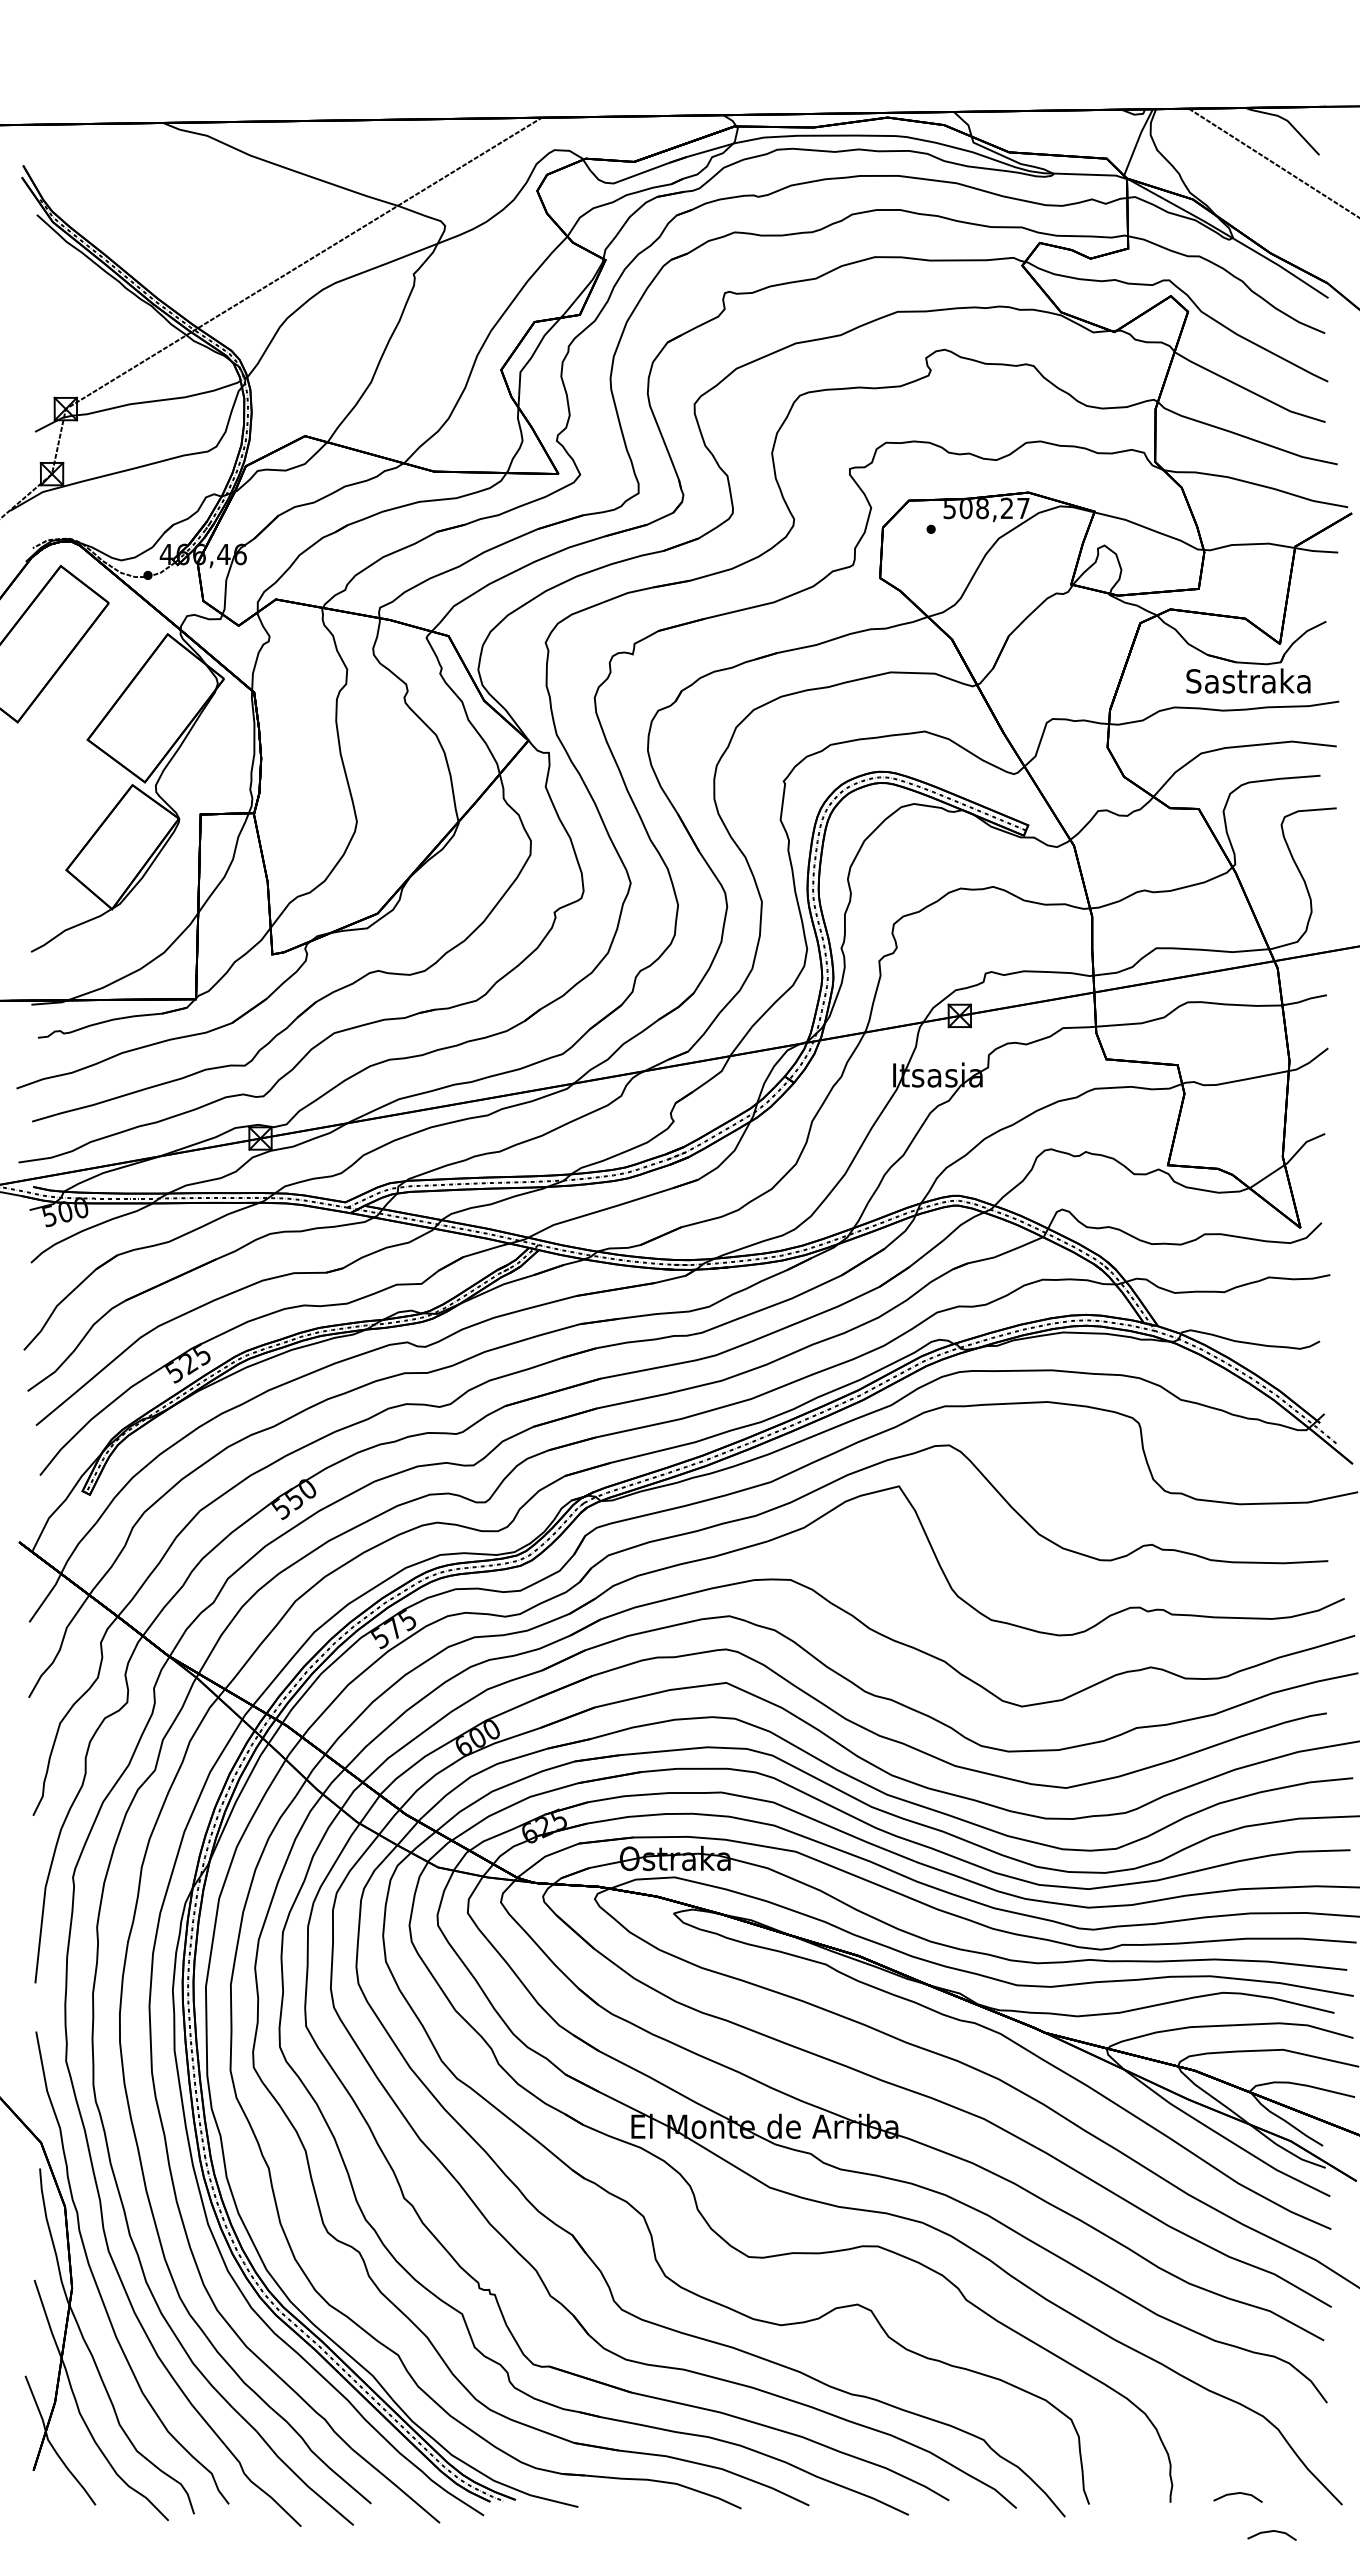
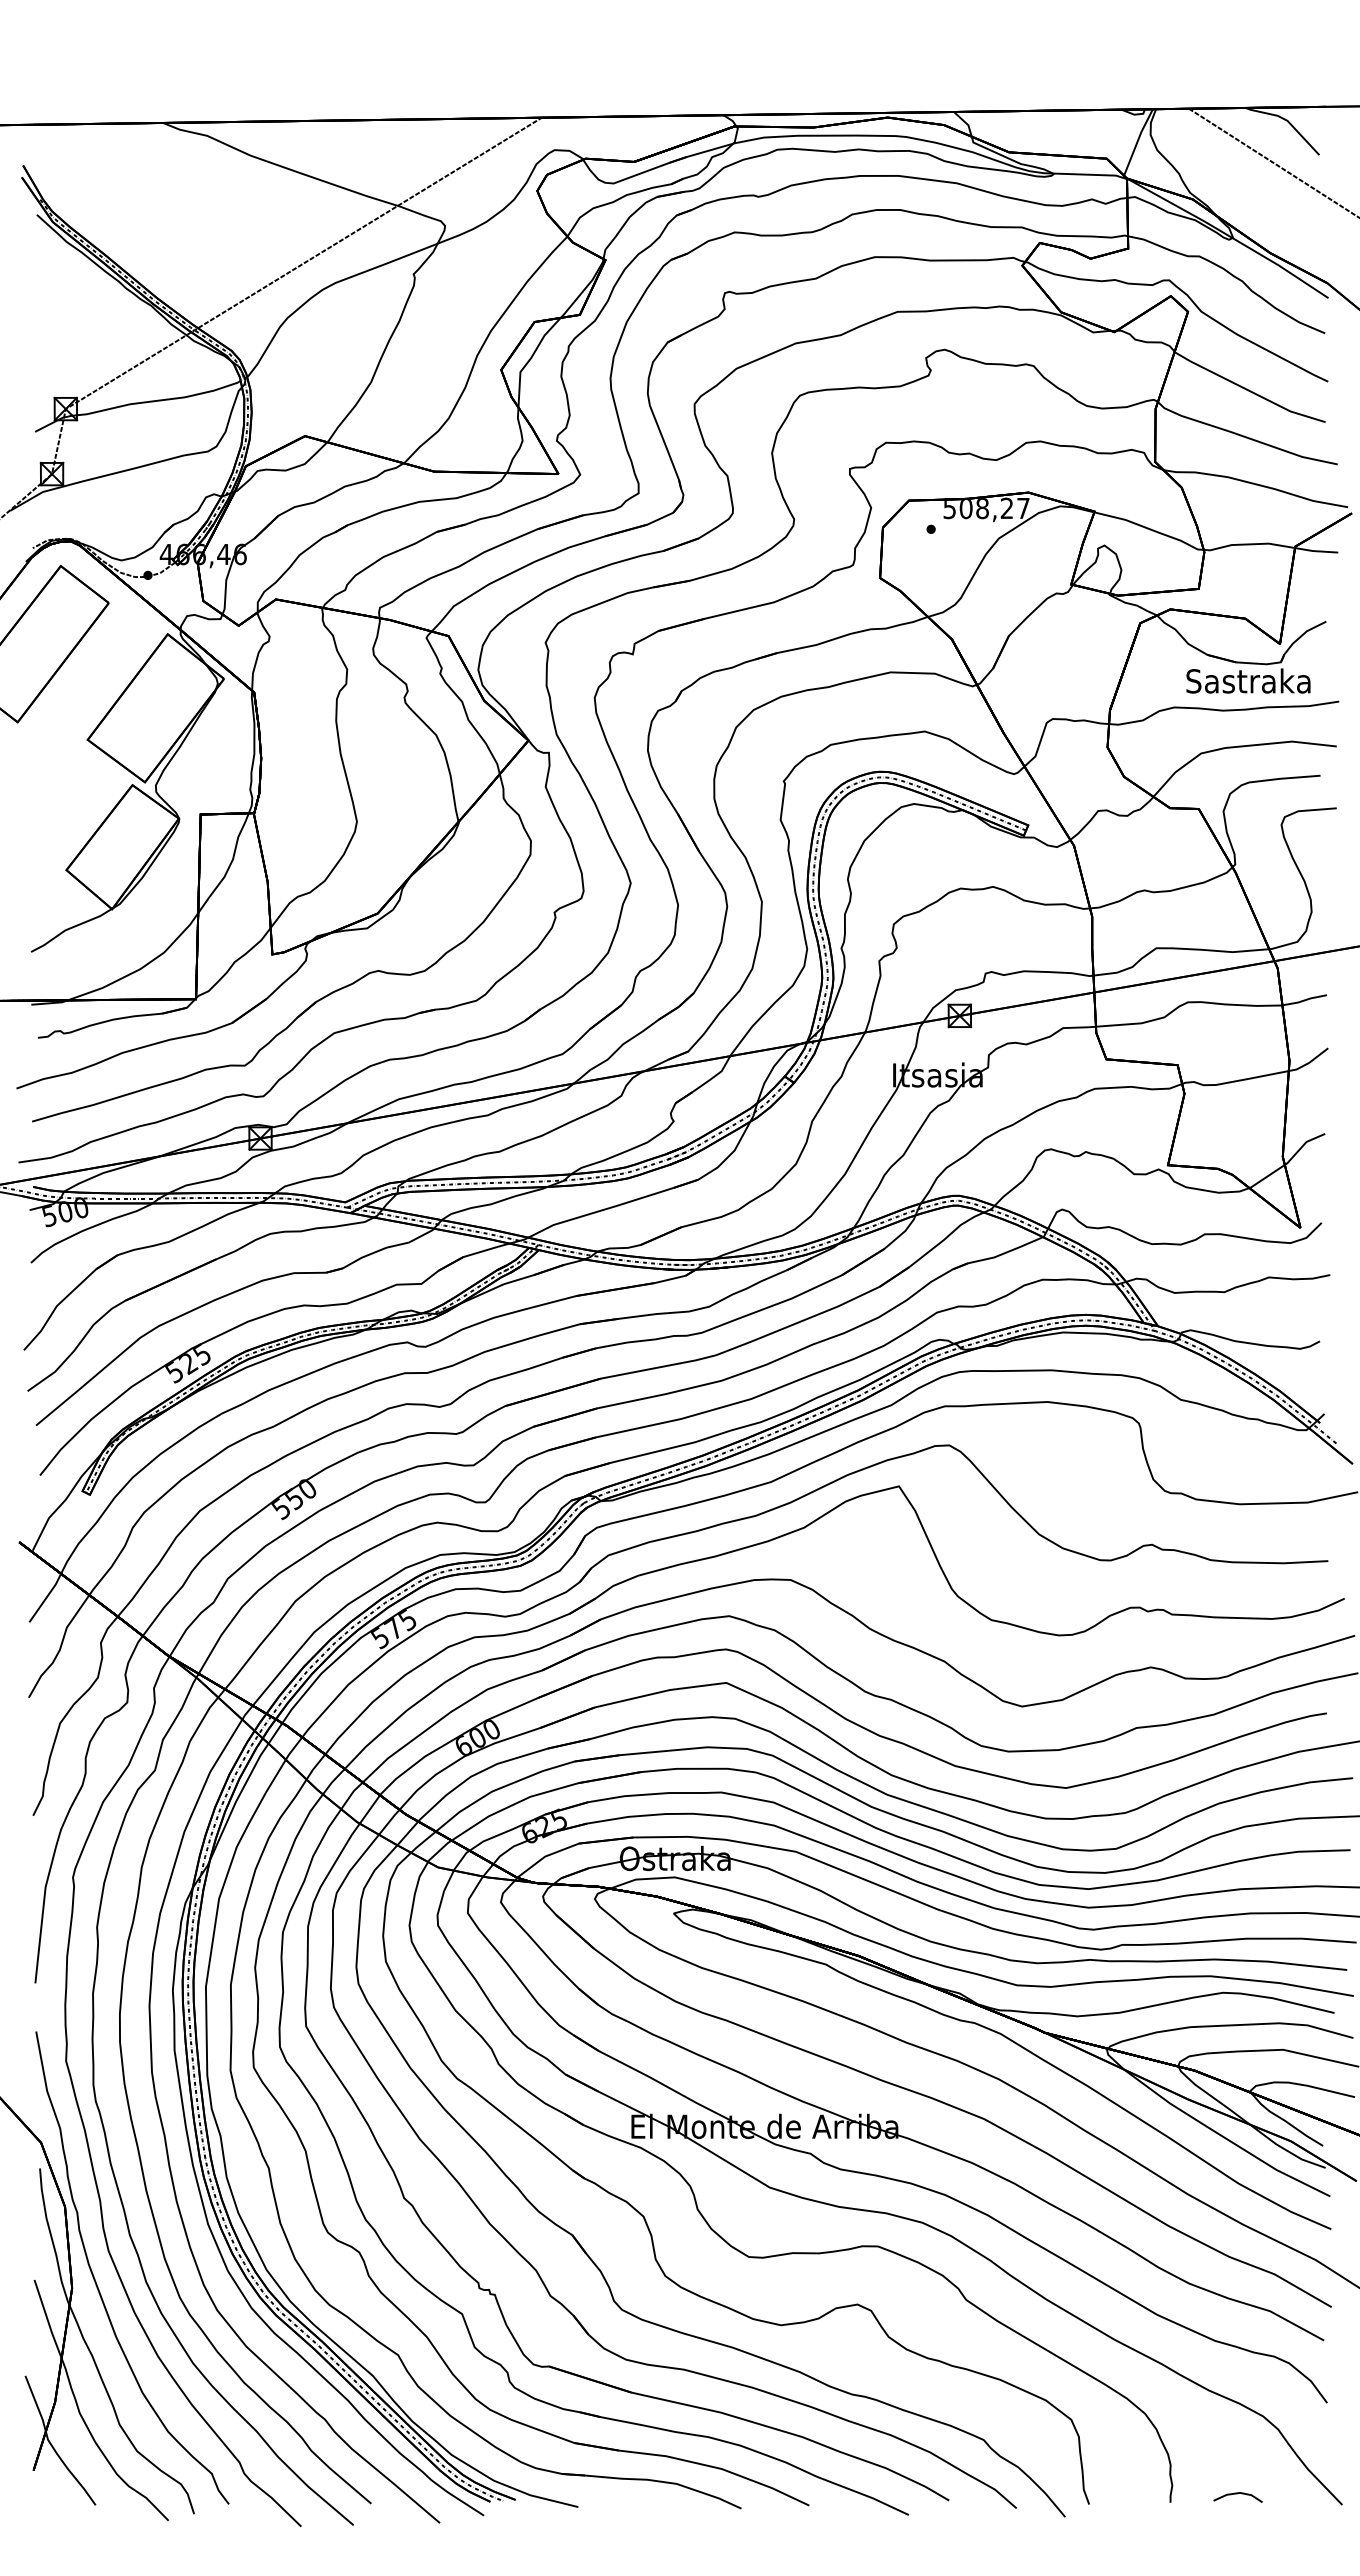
line at (1271, 2532): present -> none
